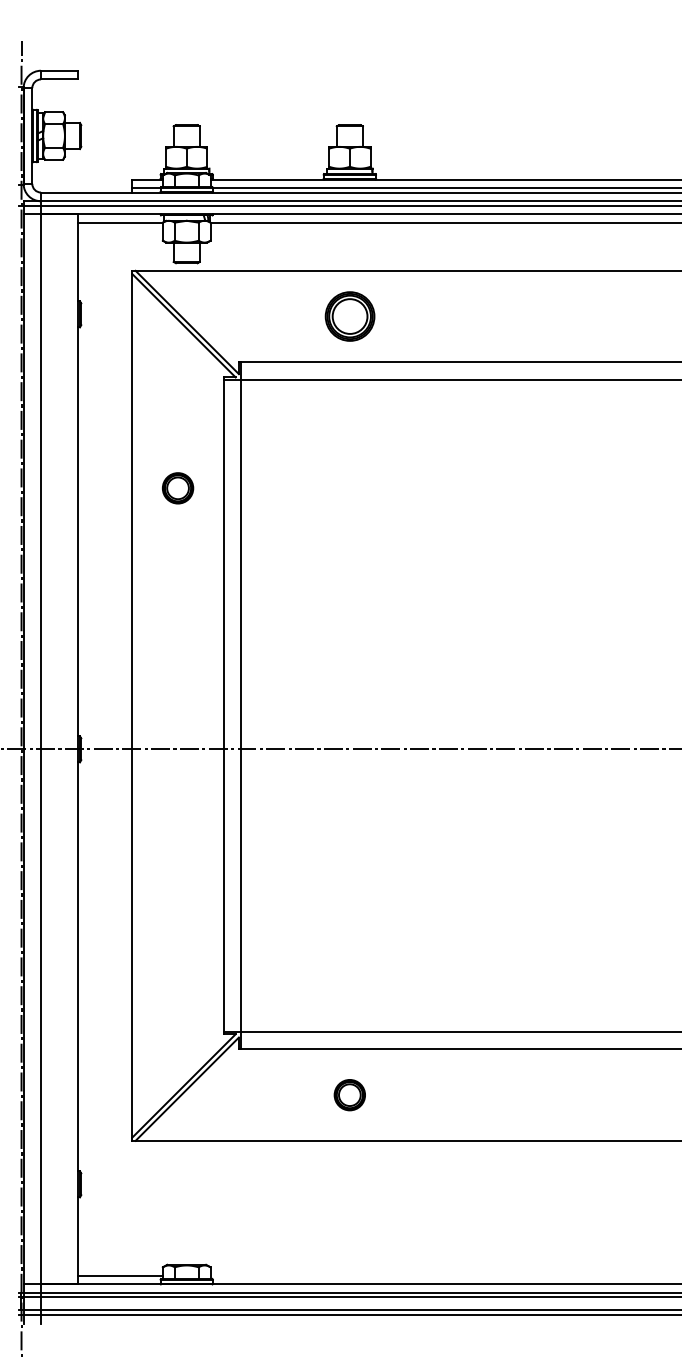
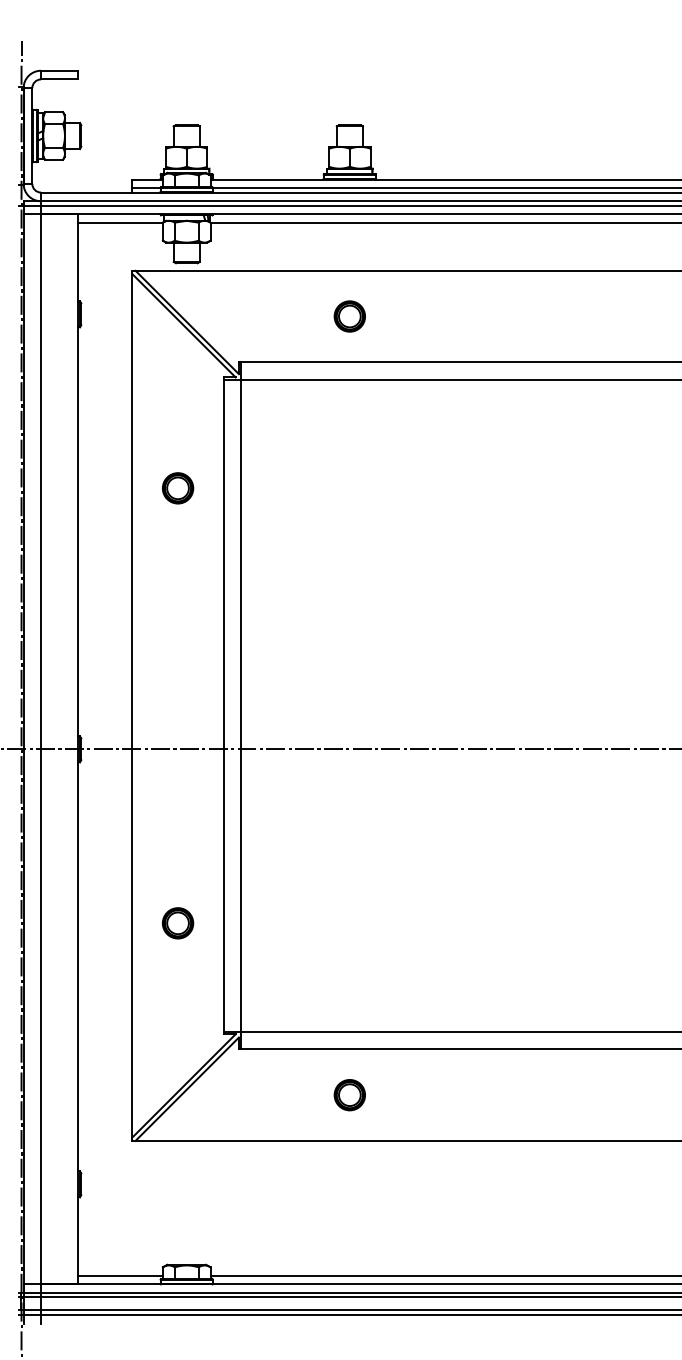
part at (349, 316) size: 52x51 px -> 33x33 px
part at (177, 923): none -> present
line at (444, 1275): none -> present
